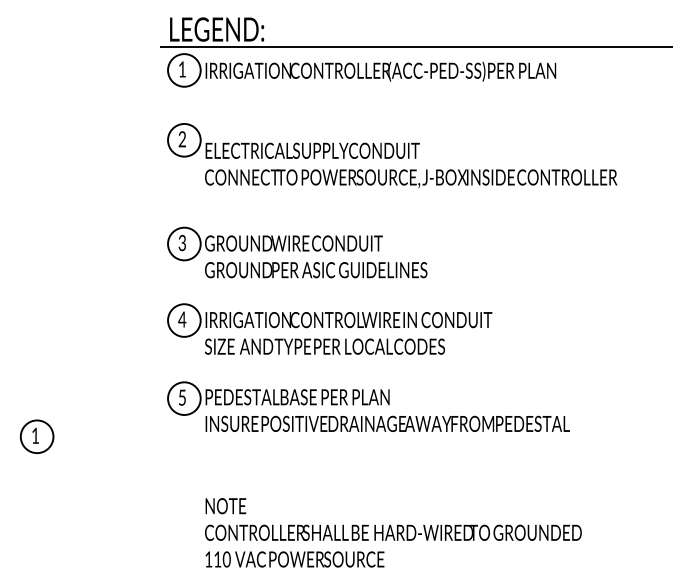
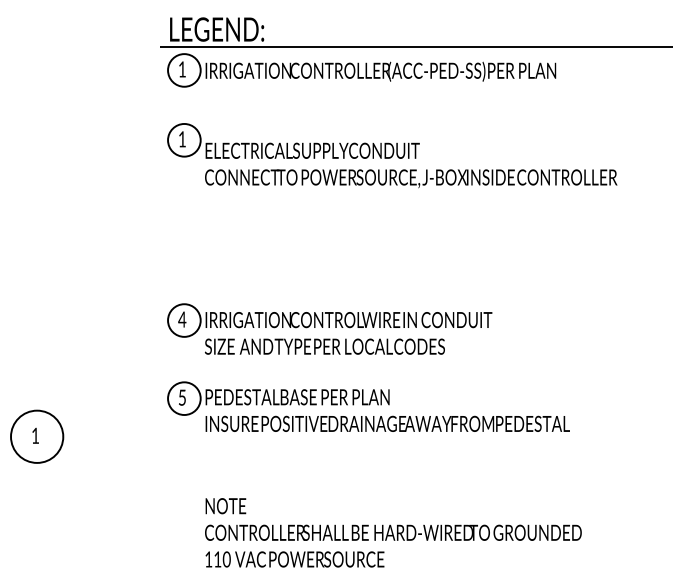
text at (181, 139): 2 -> 1
part at (297, 252): present -> none
circle at (36, 436) diameter: 33 px -> 52 px
